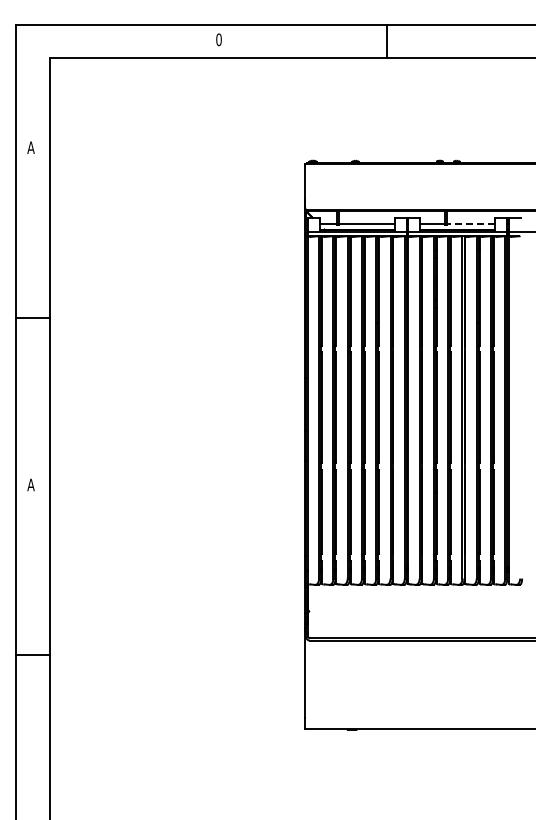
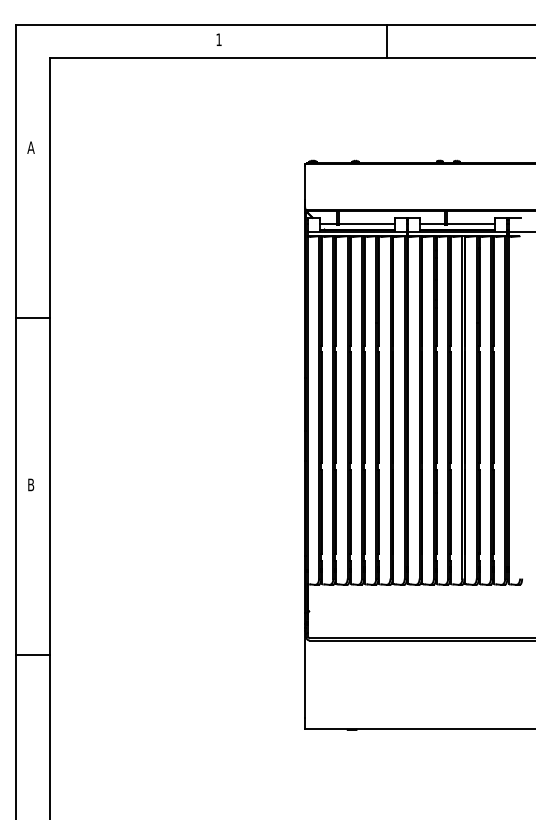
text at (218, 39): 0 -> 1
line at (470, 224): dashed -> solid
text at (30, 484): A -> B
